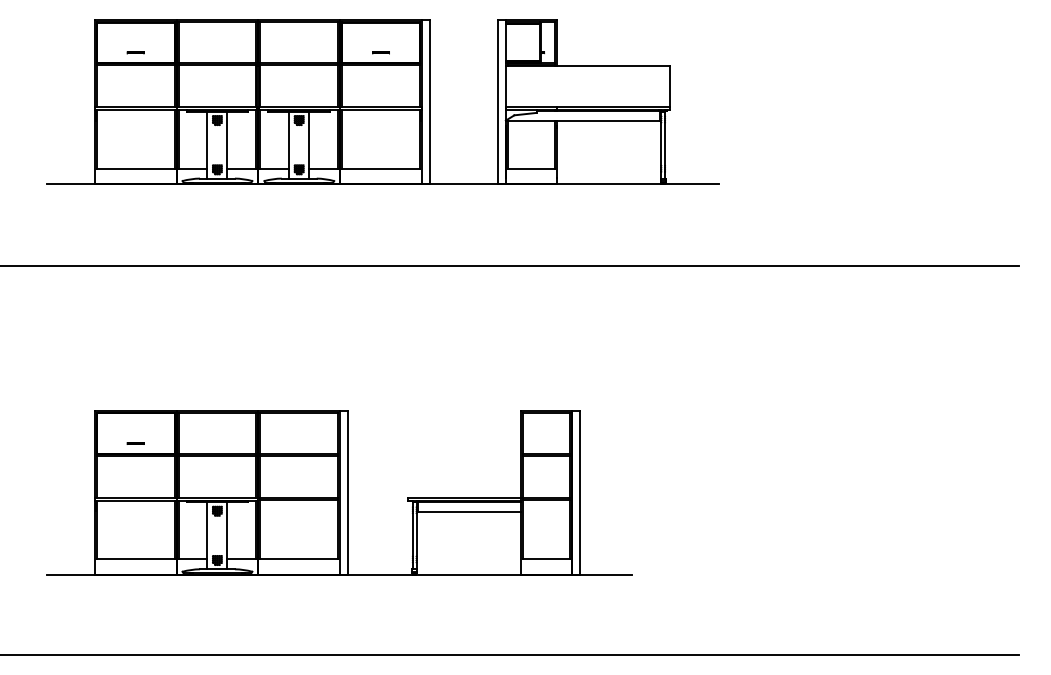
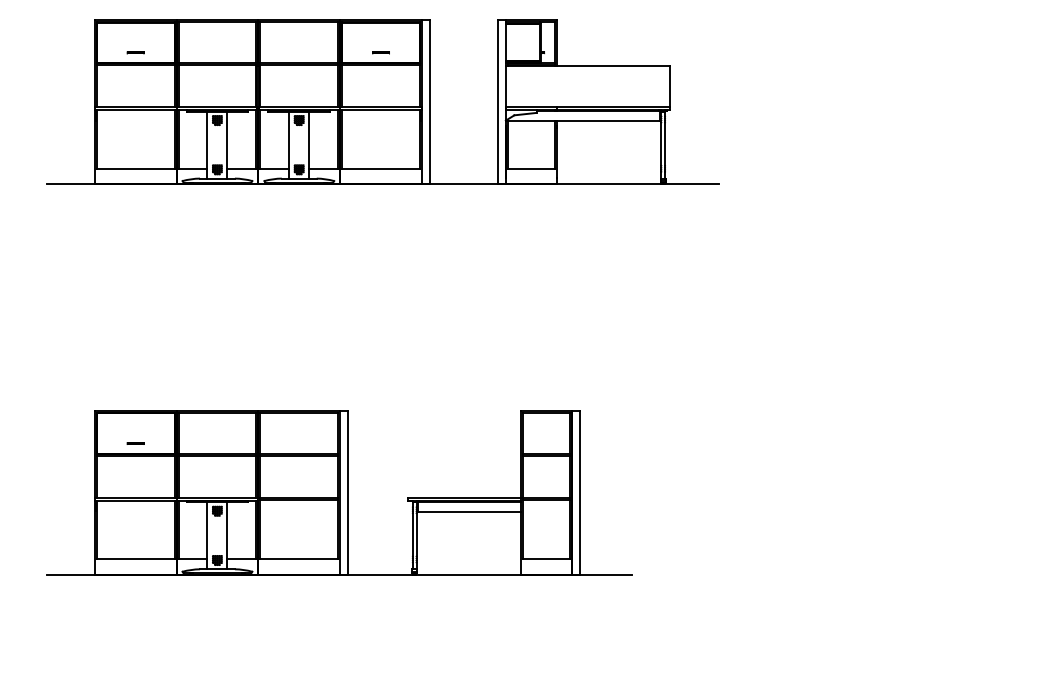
line at (510, 265): present -> none
line at (510, 654): present -> none
